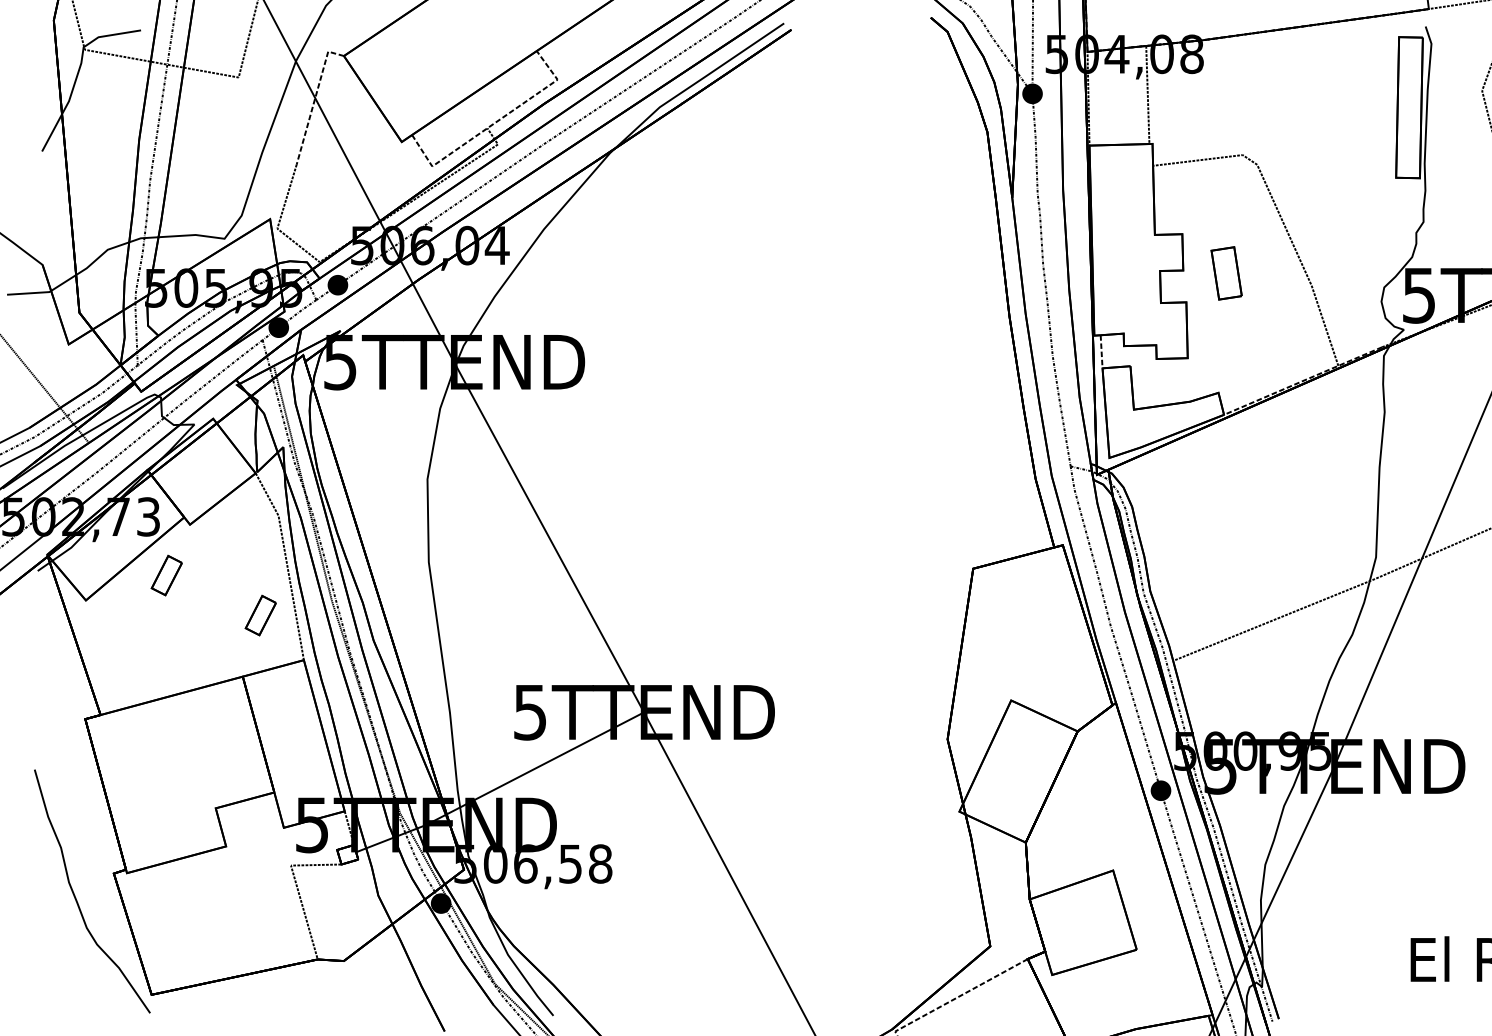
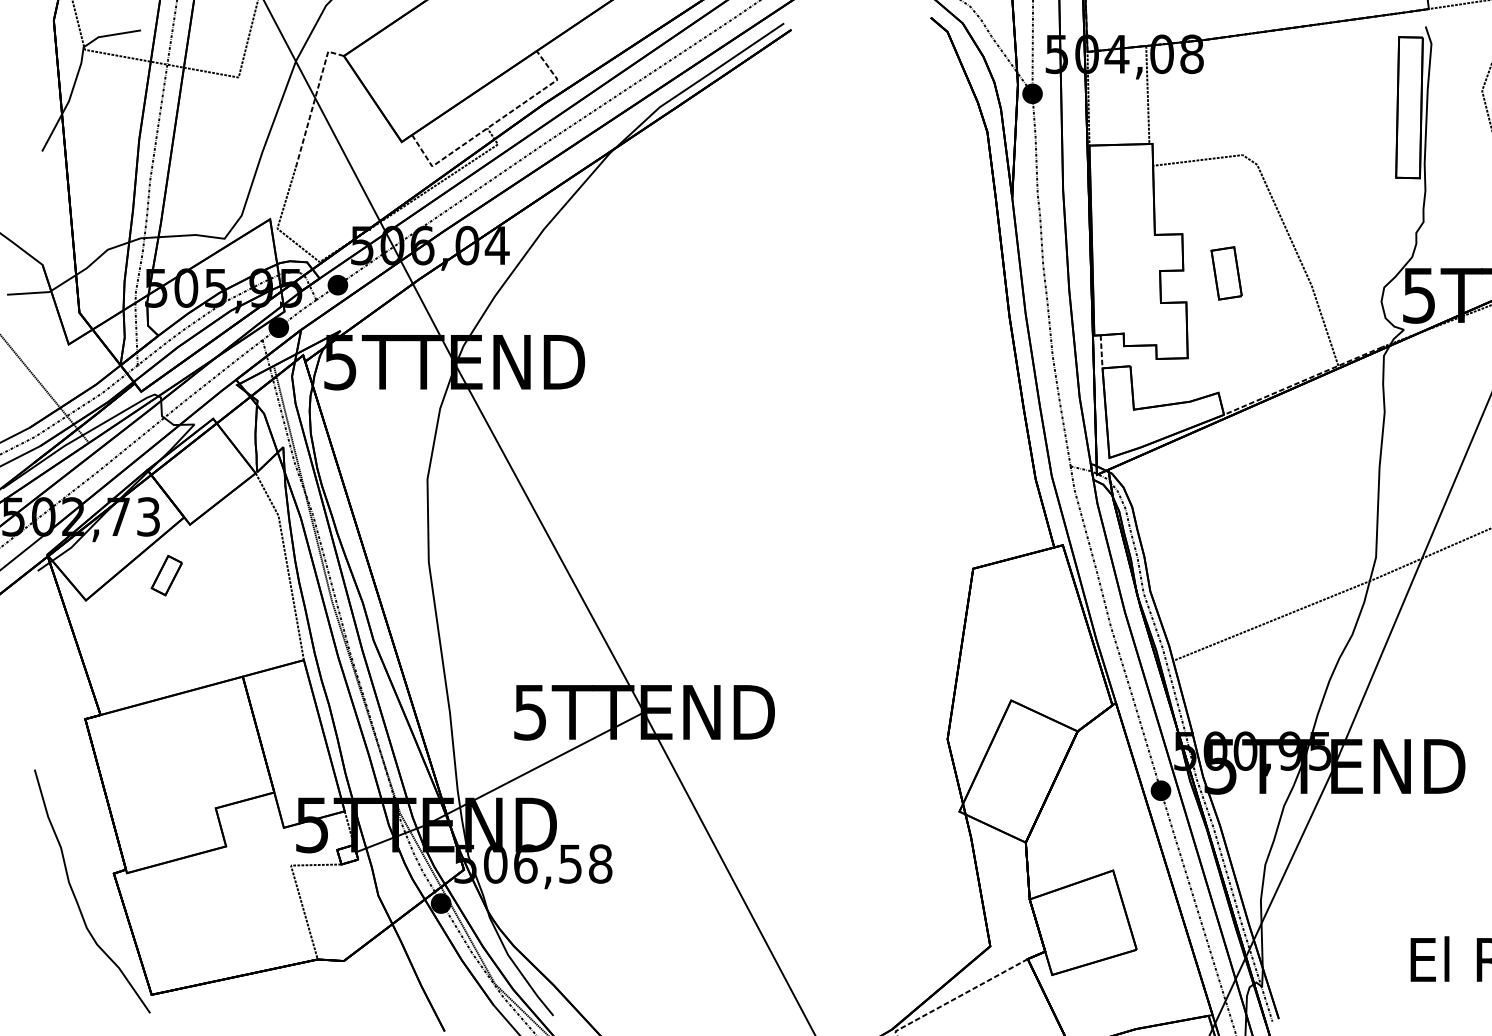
part at (260, 615): present -> none
